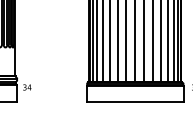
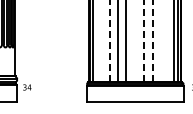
line at (109, 40): solid -> dashed
line at (144, 40): solid -> dashed
line at (152, 40): solid -> dashed
line at (96, 41): present -> none
line at (102, 41): present -> none
line at (135, 41): present -> none
line at (160, 41): present -> none
line at (167, 41): present -> none
